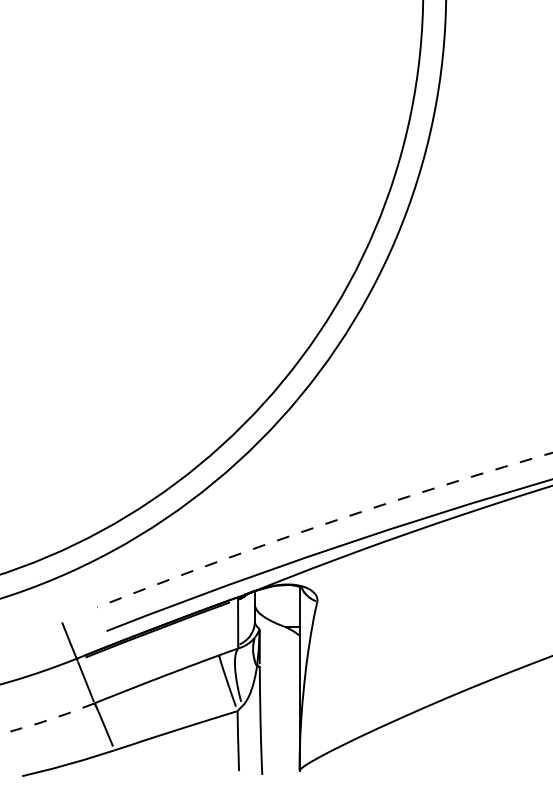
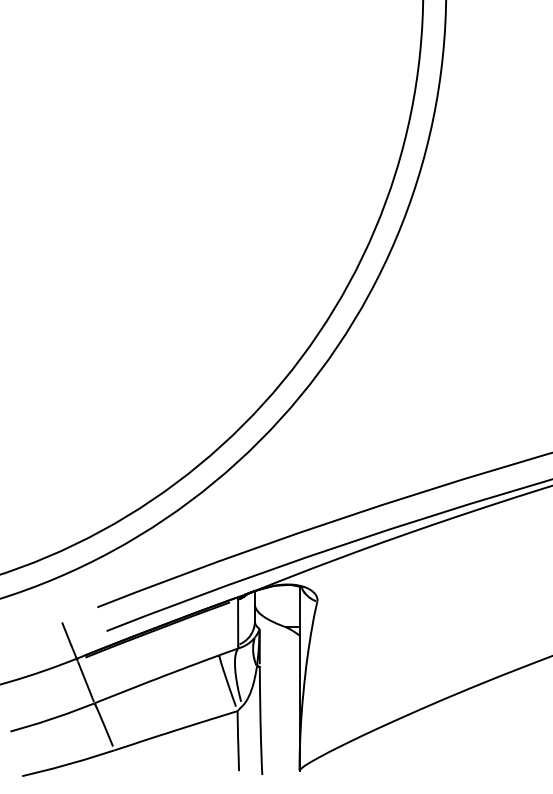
arc at (323, 524): dashed -> solid
line at (52, 718): dashed -> solid
